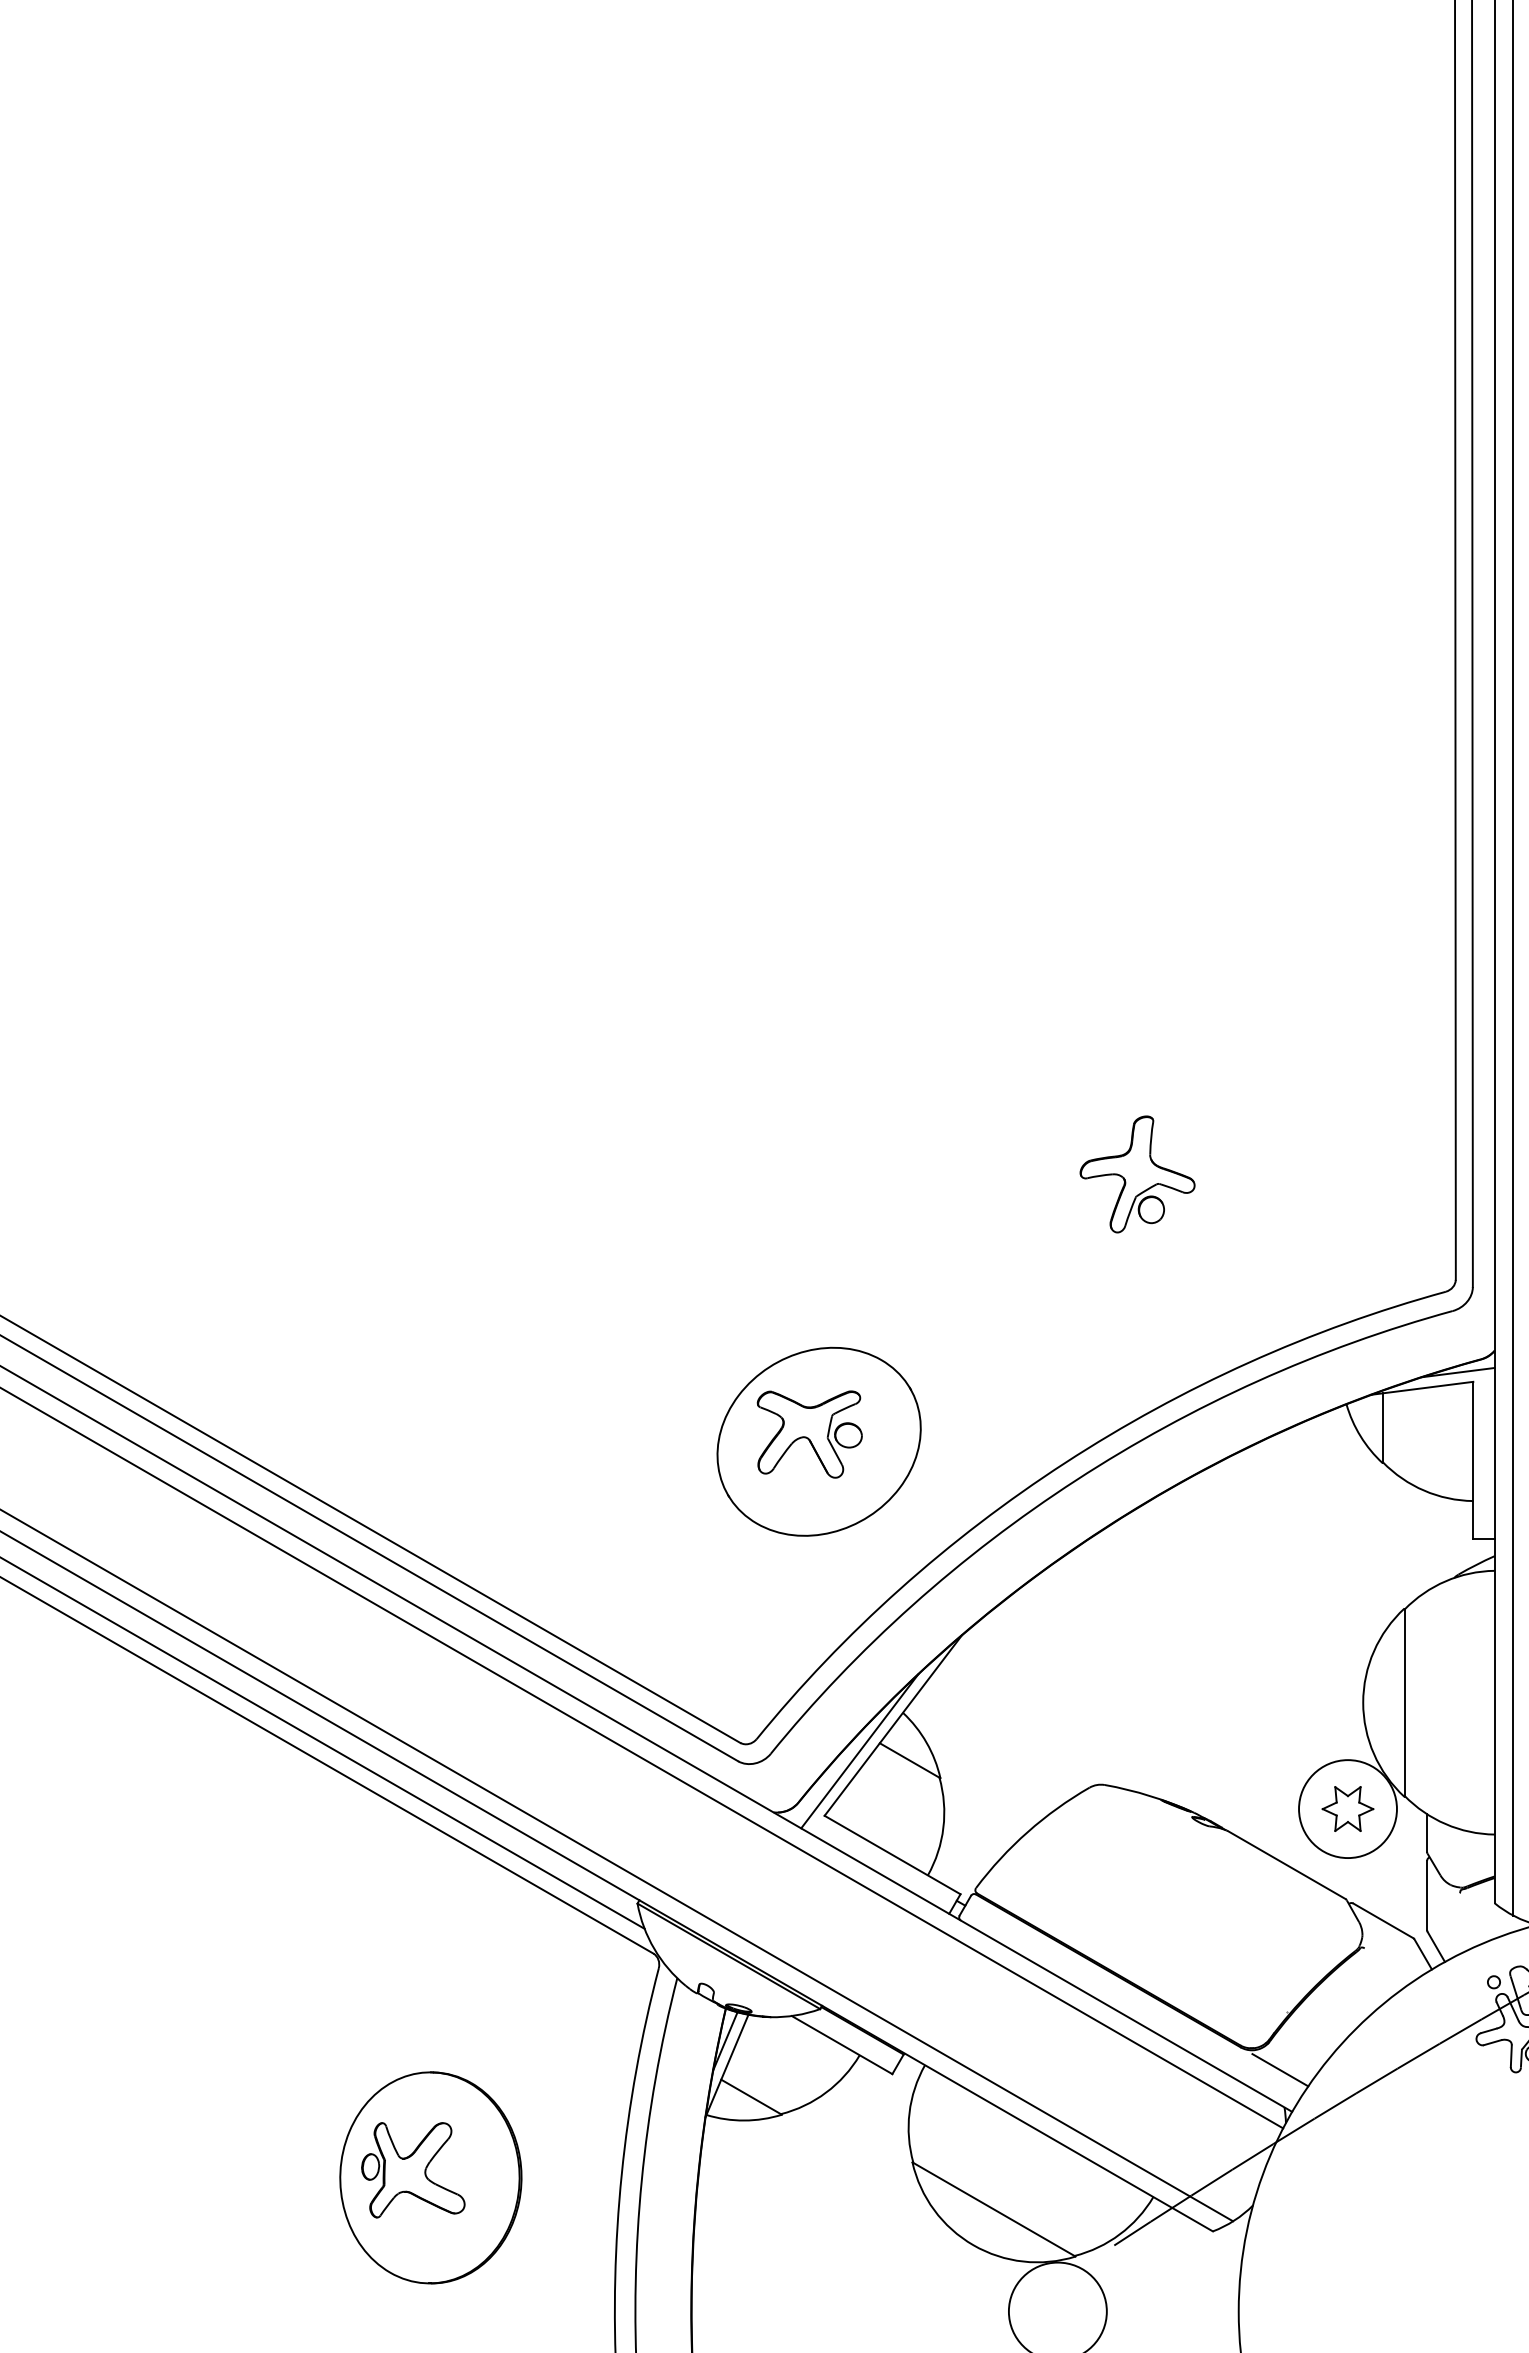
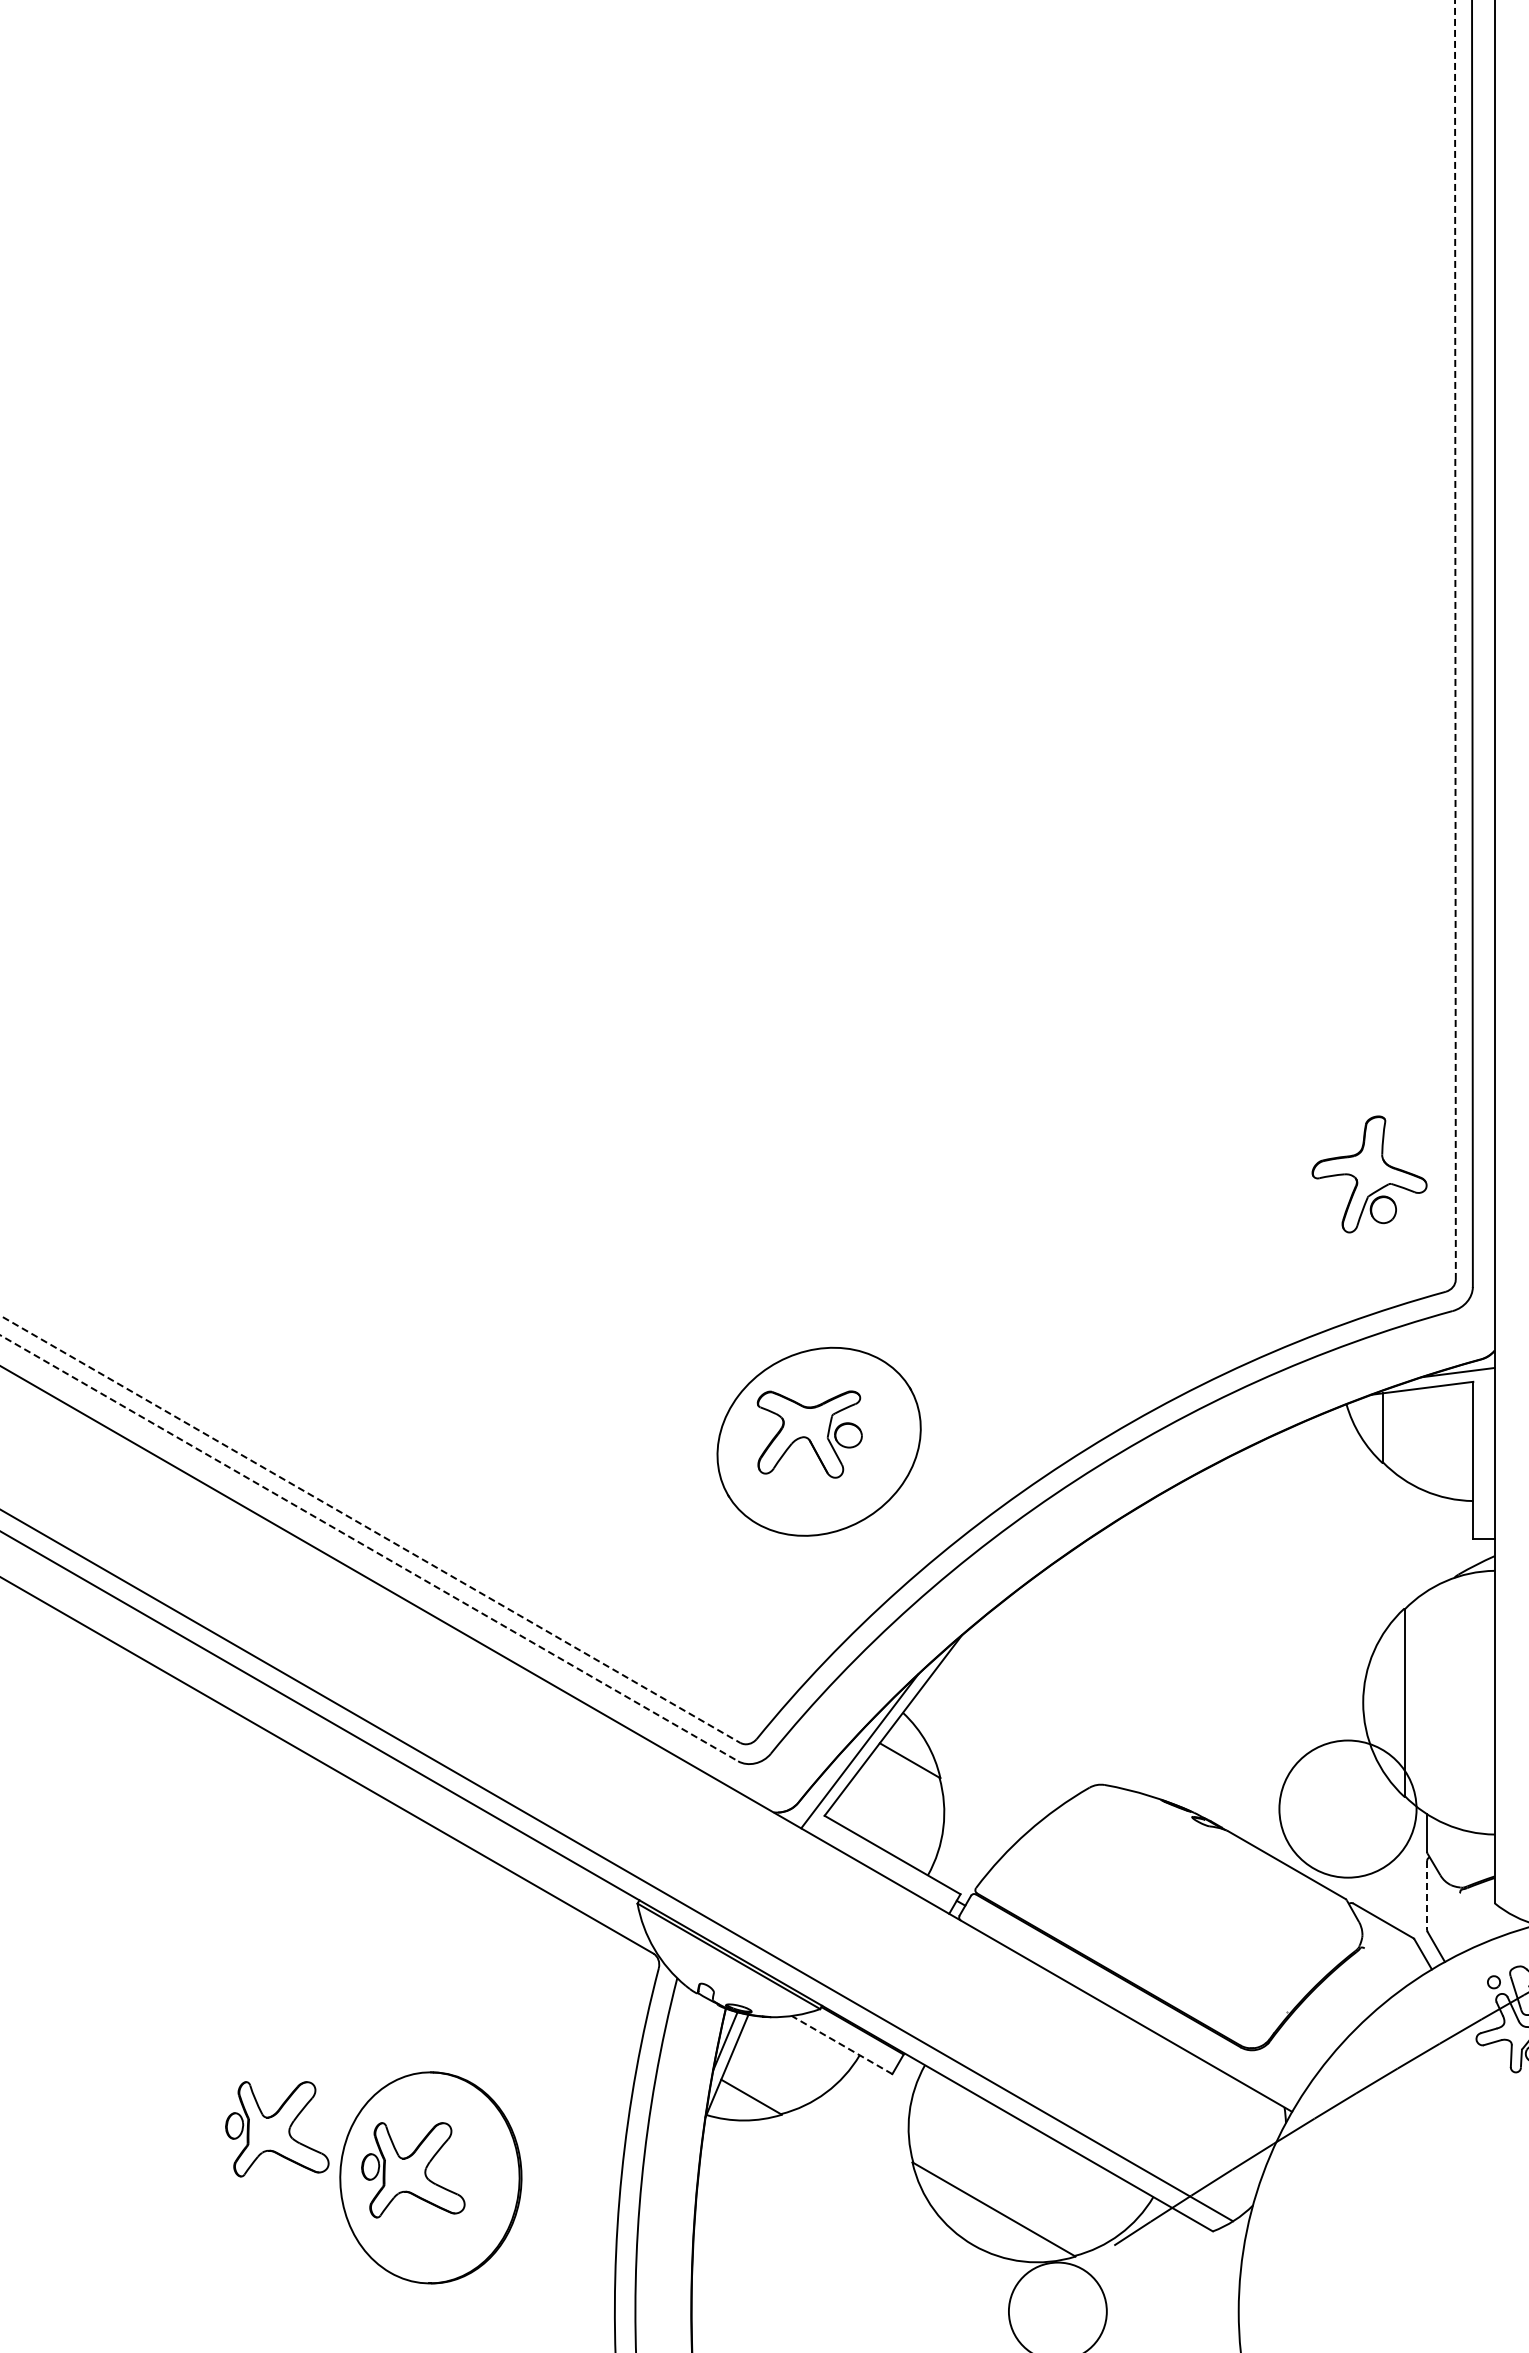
line at (1455, 639): solid -> dashed
line at (1513, 958): present -> none
part at (1137, 1174) position: (1137, 1174) -> (1369, 1174)
line at (370, 1529): solid -> dashed
line at (369, 1548): solid -> dashed
line at (323, 1743): present -> none
line at (642, 1758): present -> none
part at (1347, 1808): present -> none
circle at (1347, 1809) diameter: 98 px -> 137 px
line at (1427, 1895): solid -> dashed
line at (841, 2044): solid -> dashed
line at (1280, 2070): present -> none
part at (277, 2129): none -> present
